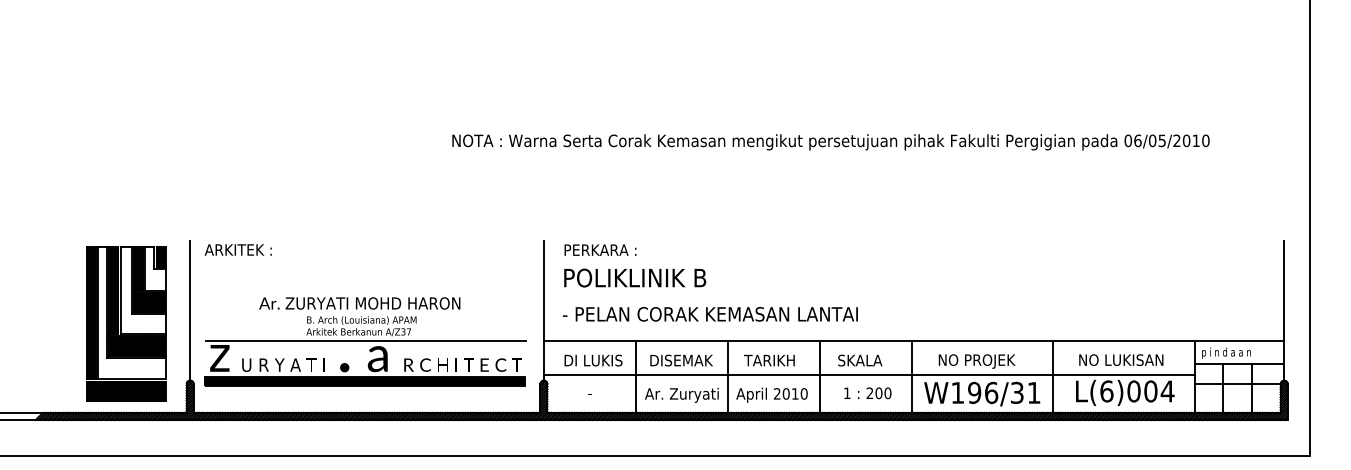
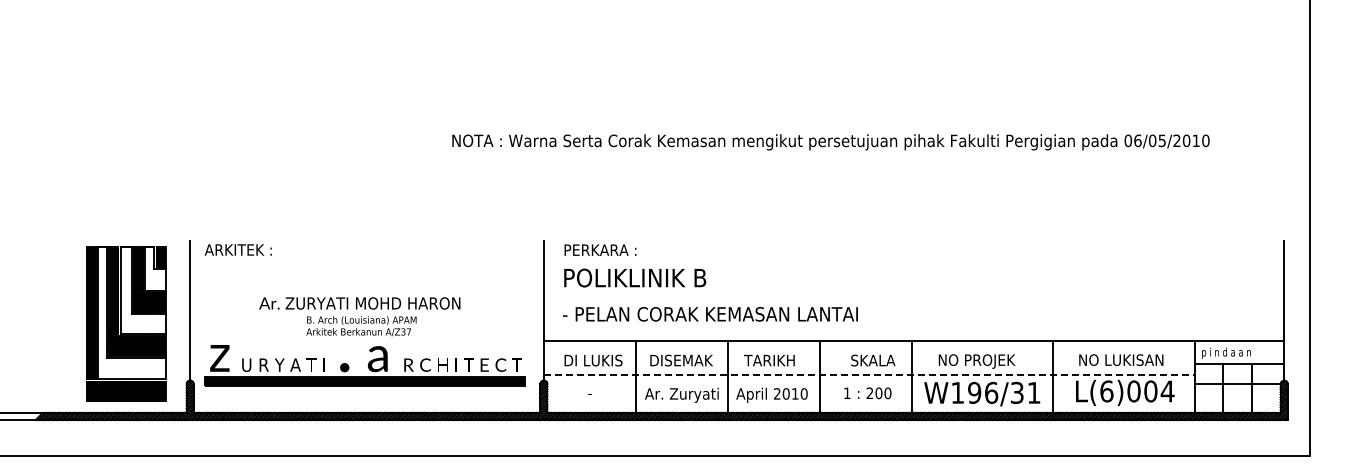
line at (365, 340): present -> none
text at (860, 360) position: (860, 360) -> (873, 360)
line at (869, 375): solid -> dashed
